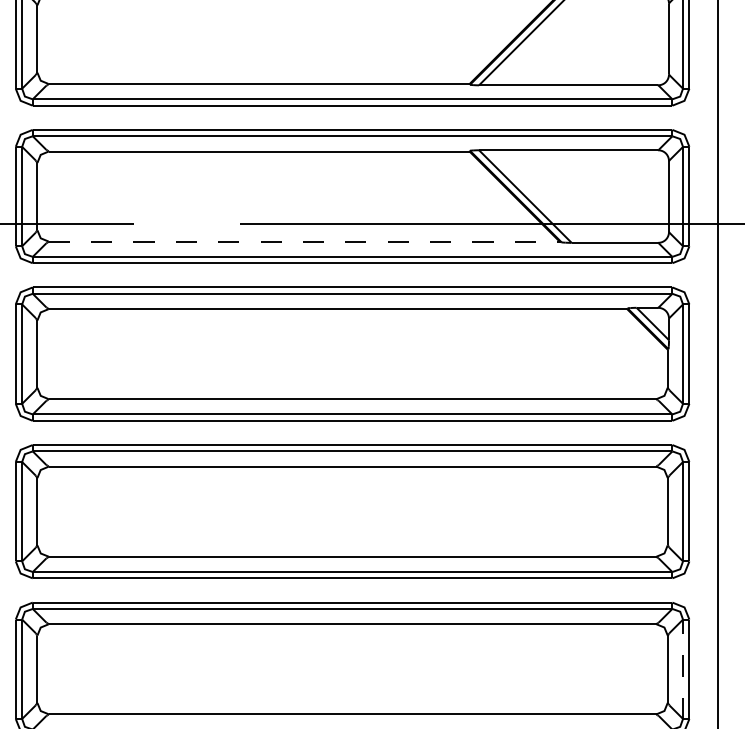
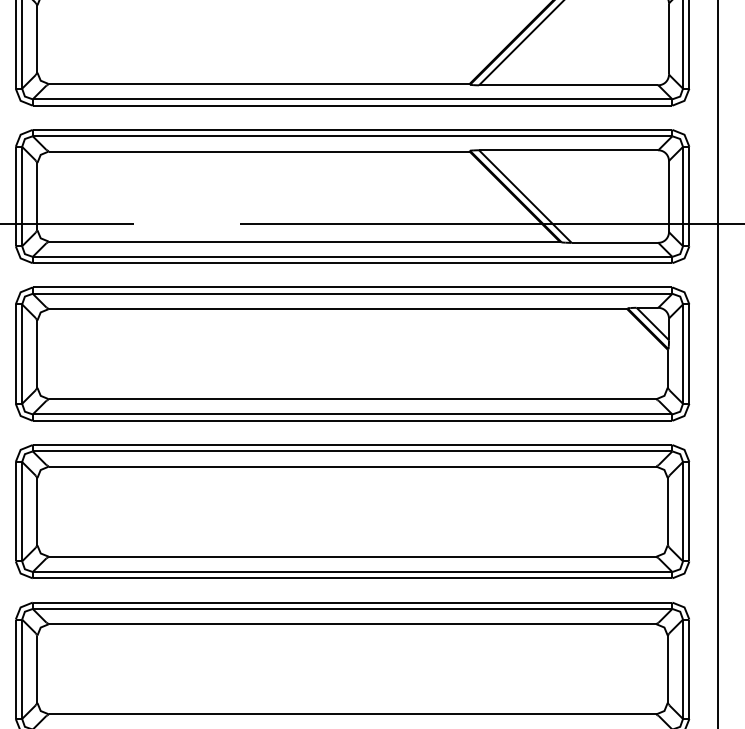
line at (304, 241): dashed -> solid
line at (683, 669): dashed -> solid
